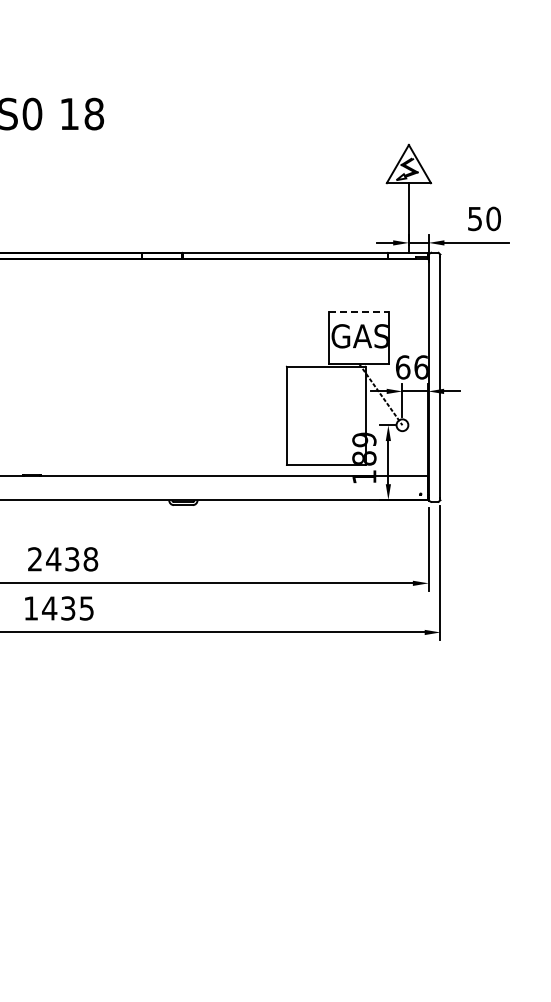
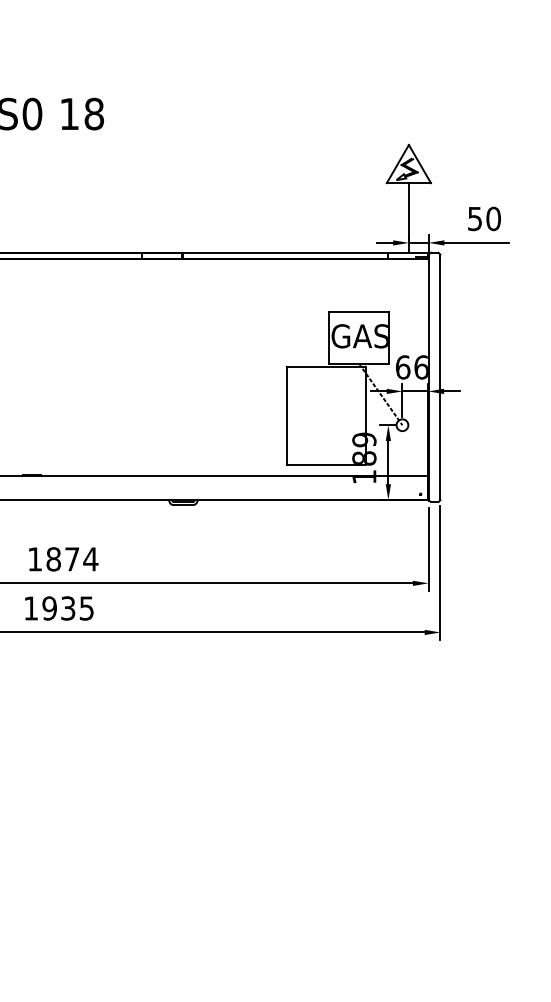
line at (359, 312): dashed -> solid
text at (63, 559): 2438 -> 1874
text at (49, 608): 1435 -> 1935
